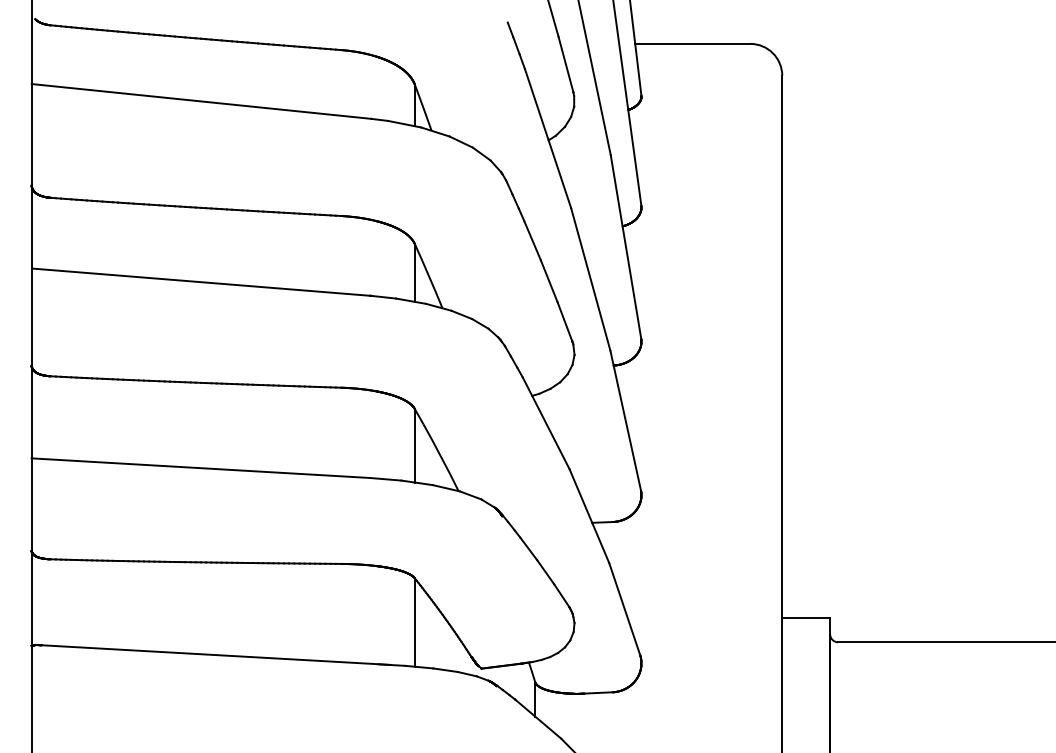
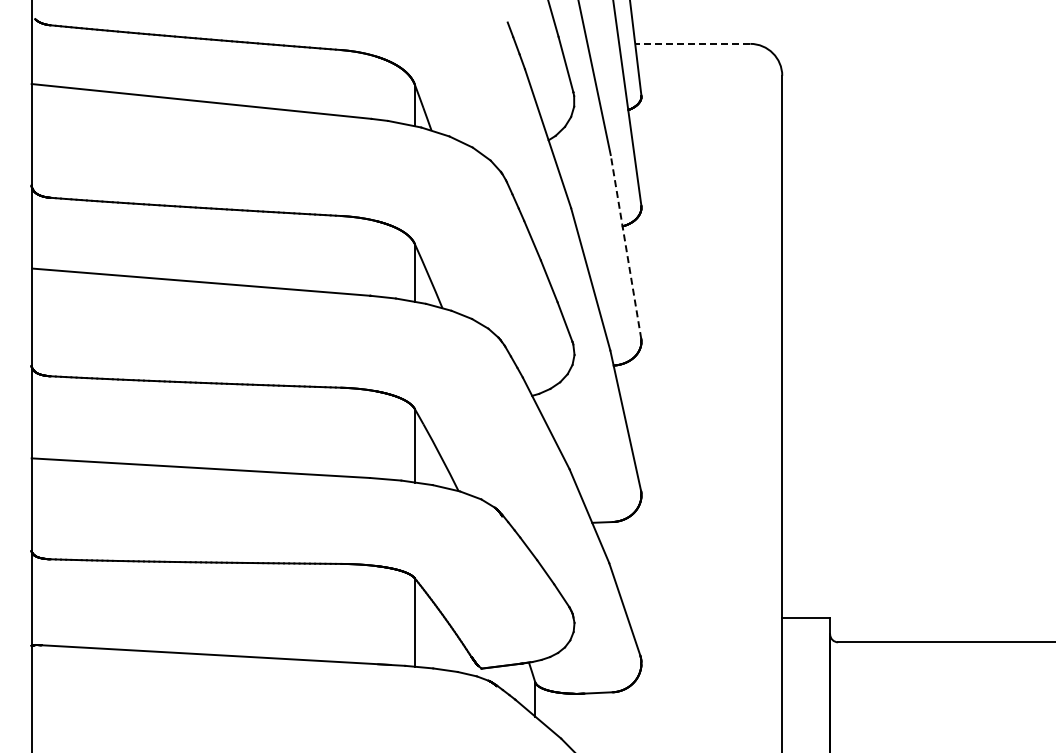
line at (692, 43): solid -> dashed
line at (625, 246): solid -> dashed
